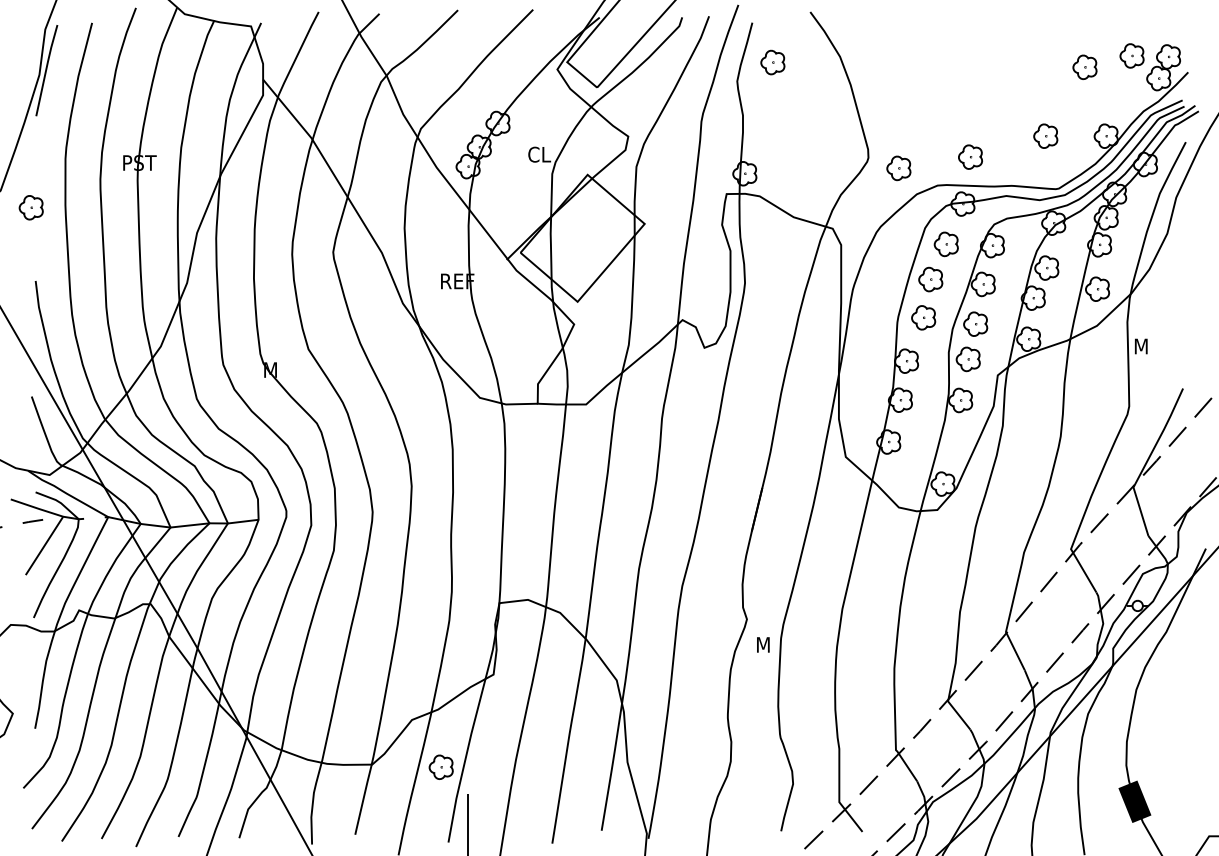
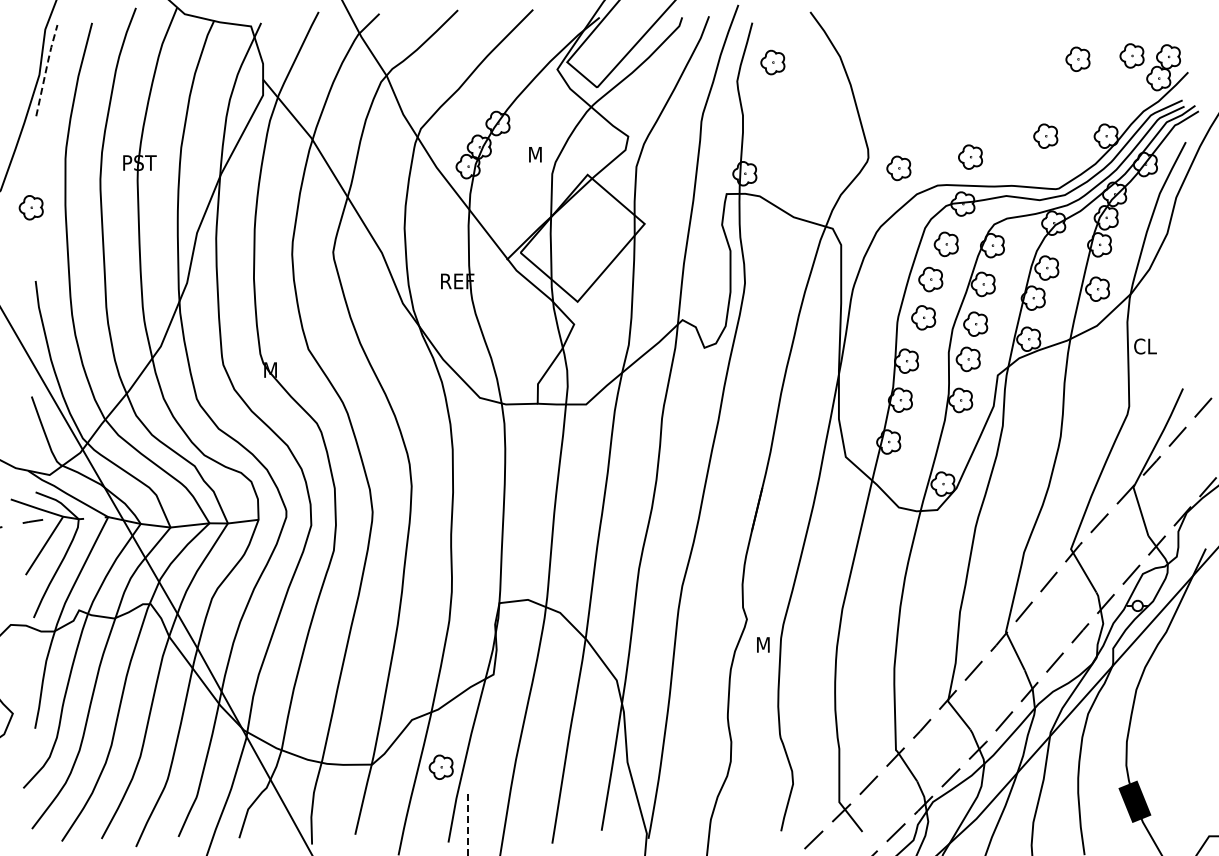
part at (1084, 66) position: (1084, 66) -> (1077, 58)
line at (46, 68): solid -> dashed
text at (539, 154): CL -> M
text at (1145, 346): M -> CL
line at (467, 824): solid -> dashed
